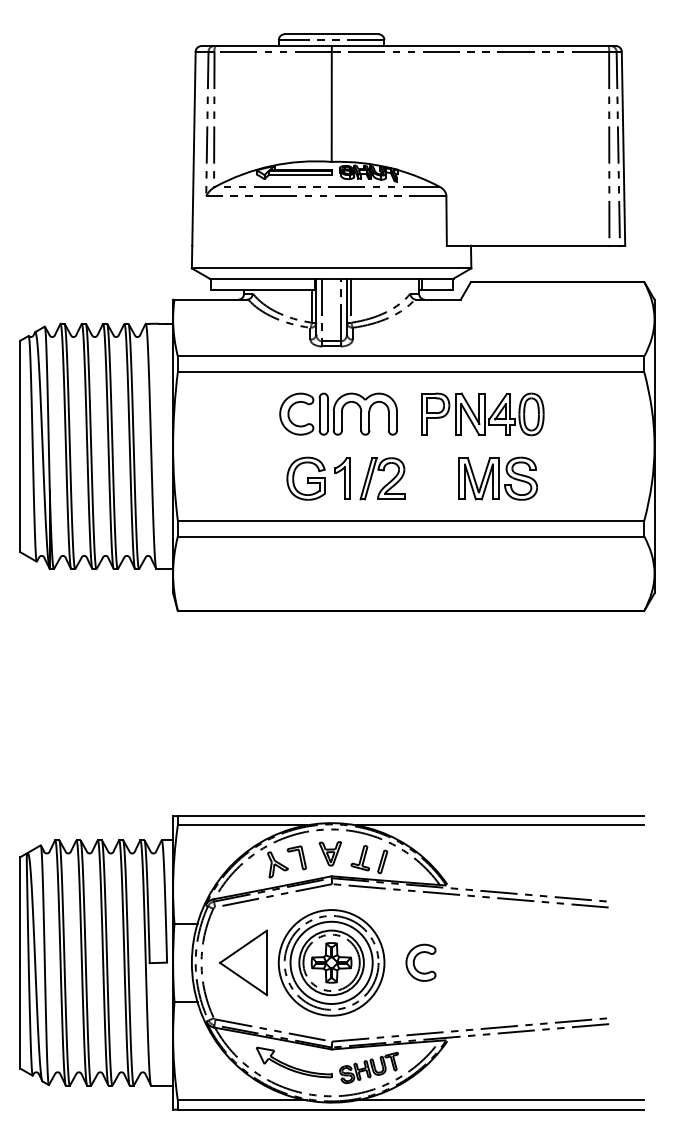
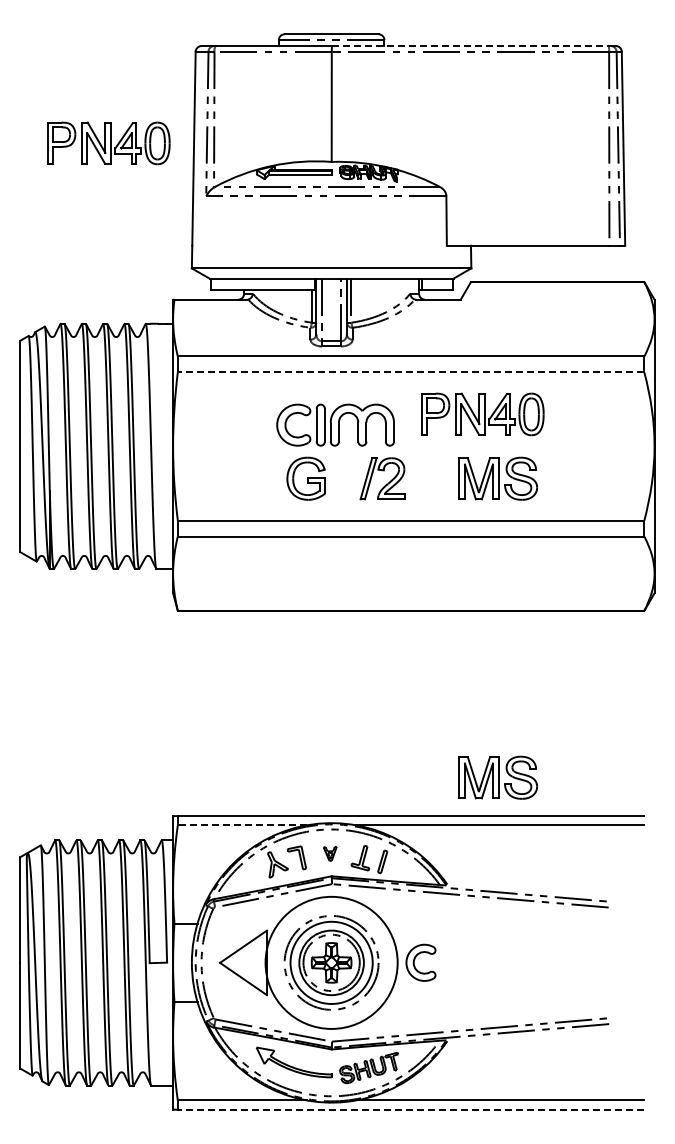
line at (470, 46): solid -> dashed
part at (108, 143): none -> present
line at (410, 372): solid -> dashed
part at (338, 413) position: (338, 413) -> (335, 424)
part at (342, 478): present -> none
part at (497, 777): none -> present
line at (241, 825): solid -> dashed
part at (329, 853) size: 24x26 px -> 15x16 px
circle at (331, 962) diameter: 106 px -> 132 px
line at (410, 1109): solid -> dashed
